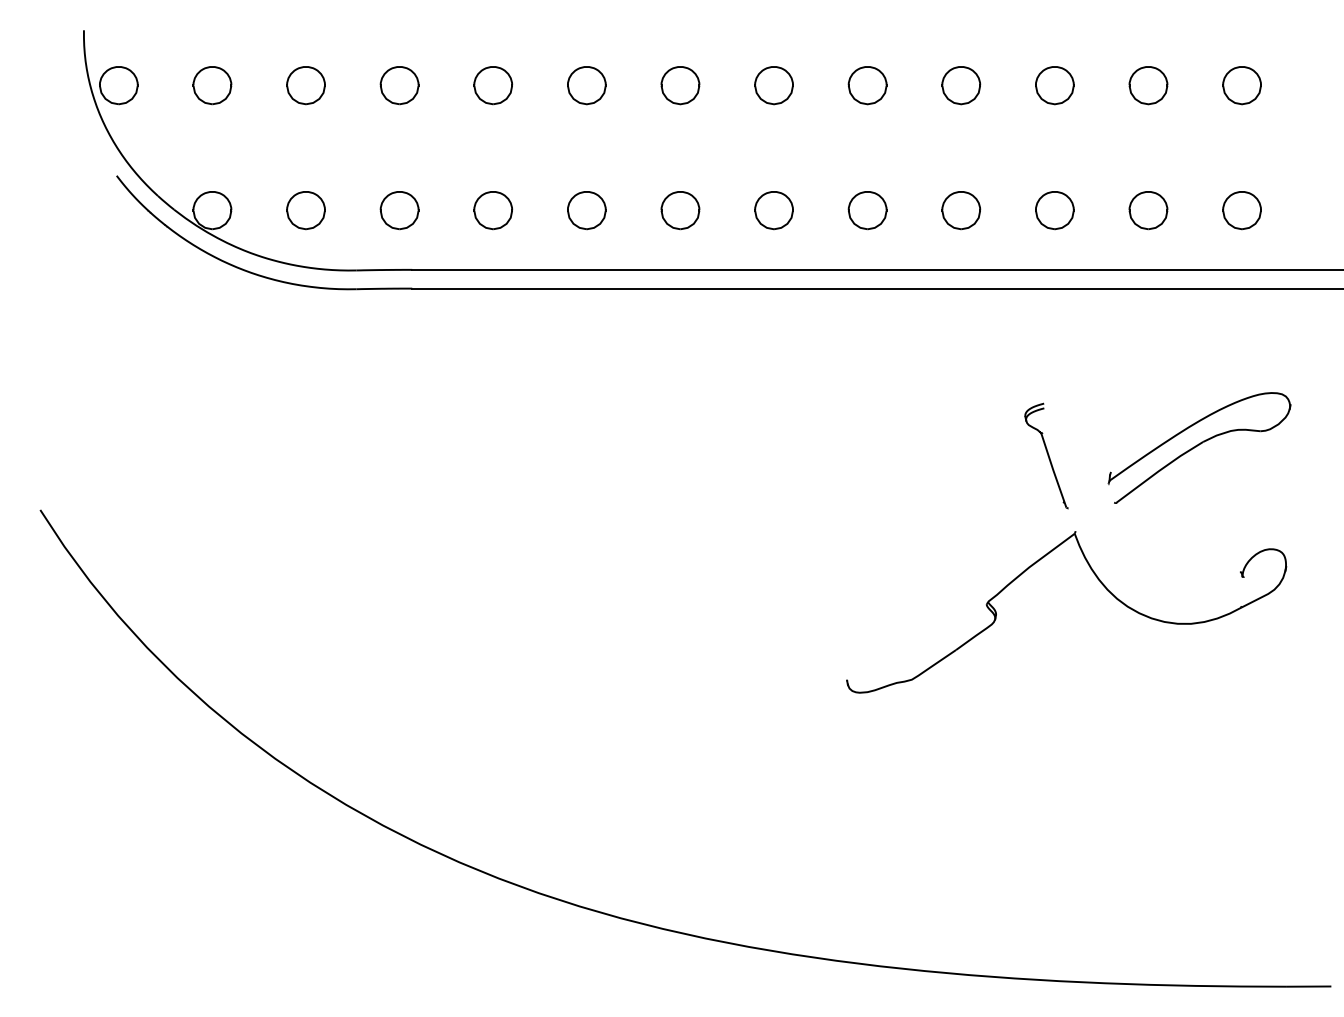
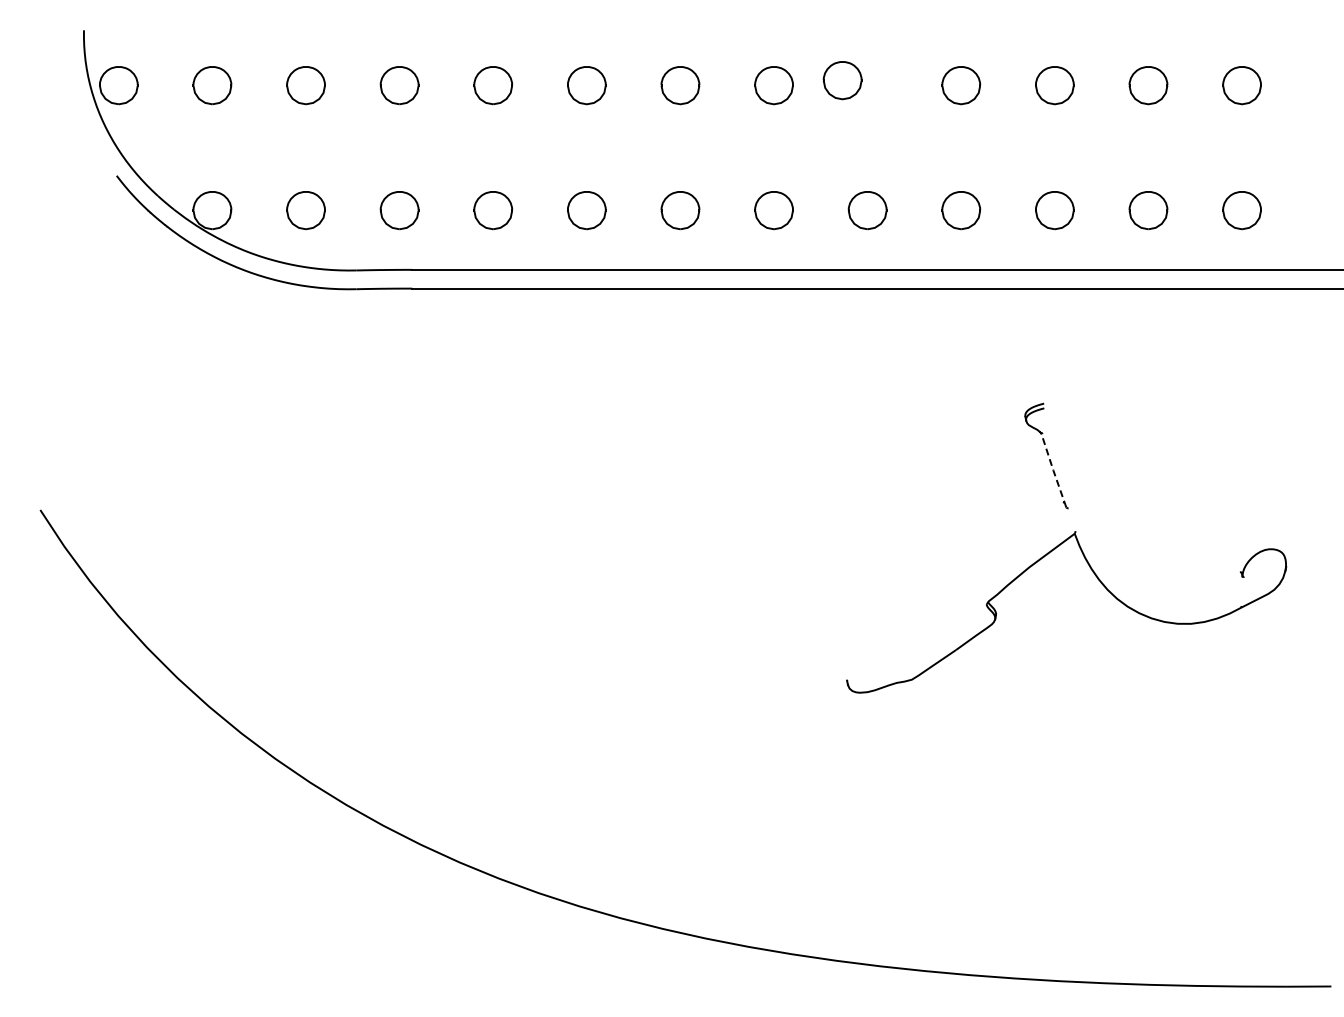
part at (867, 85) position: (867, 85) -> (842, 80)
part at (1199, 447): present -> none
line at (1053, 470): solid -> dashed
